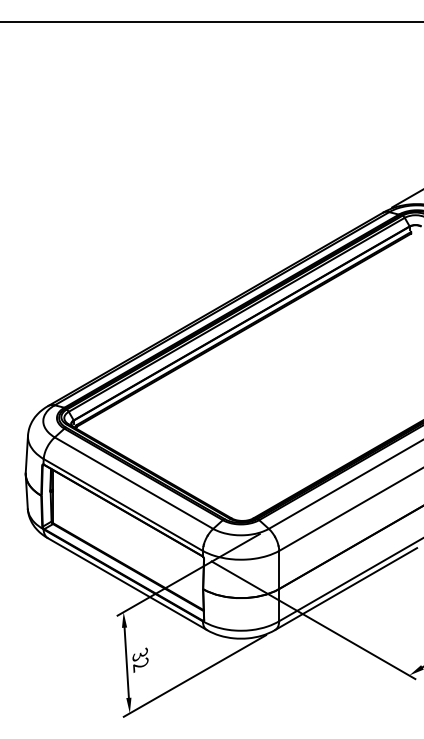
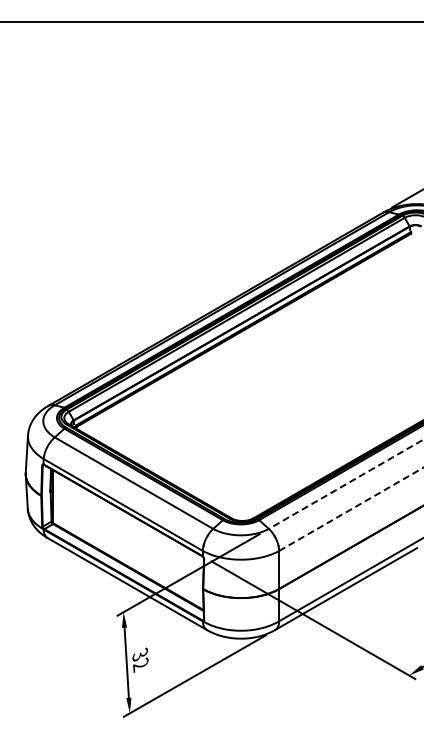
line at (345, 484): solid -> dashed
line at (351, 509): solid -> dashed
